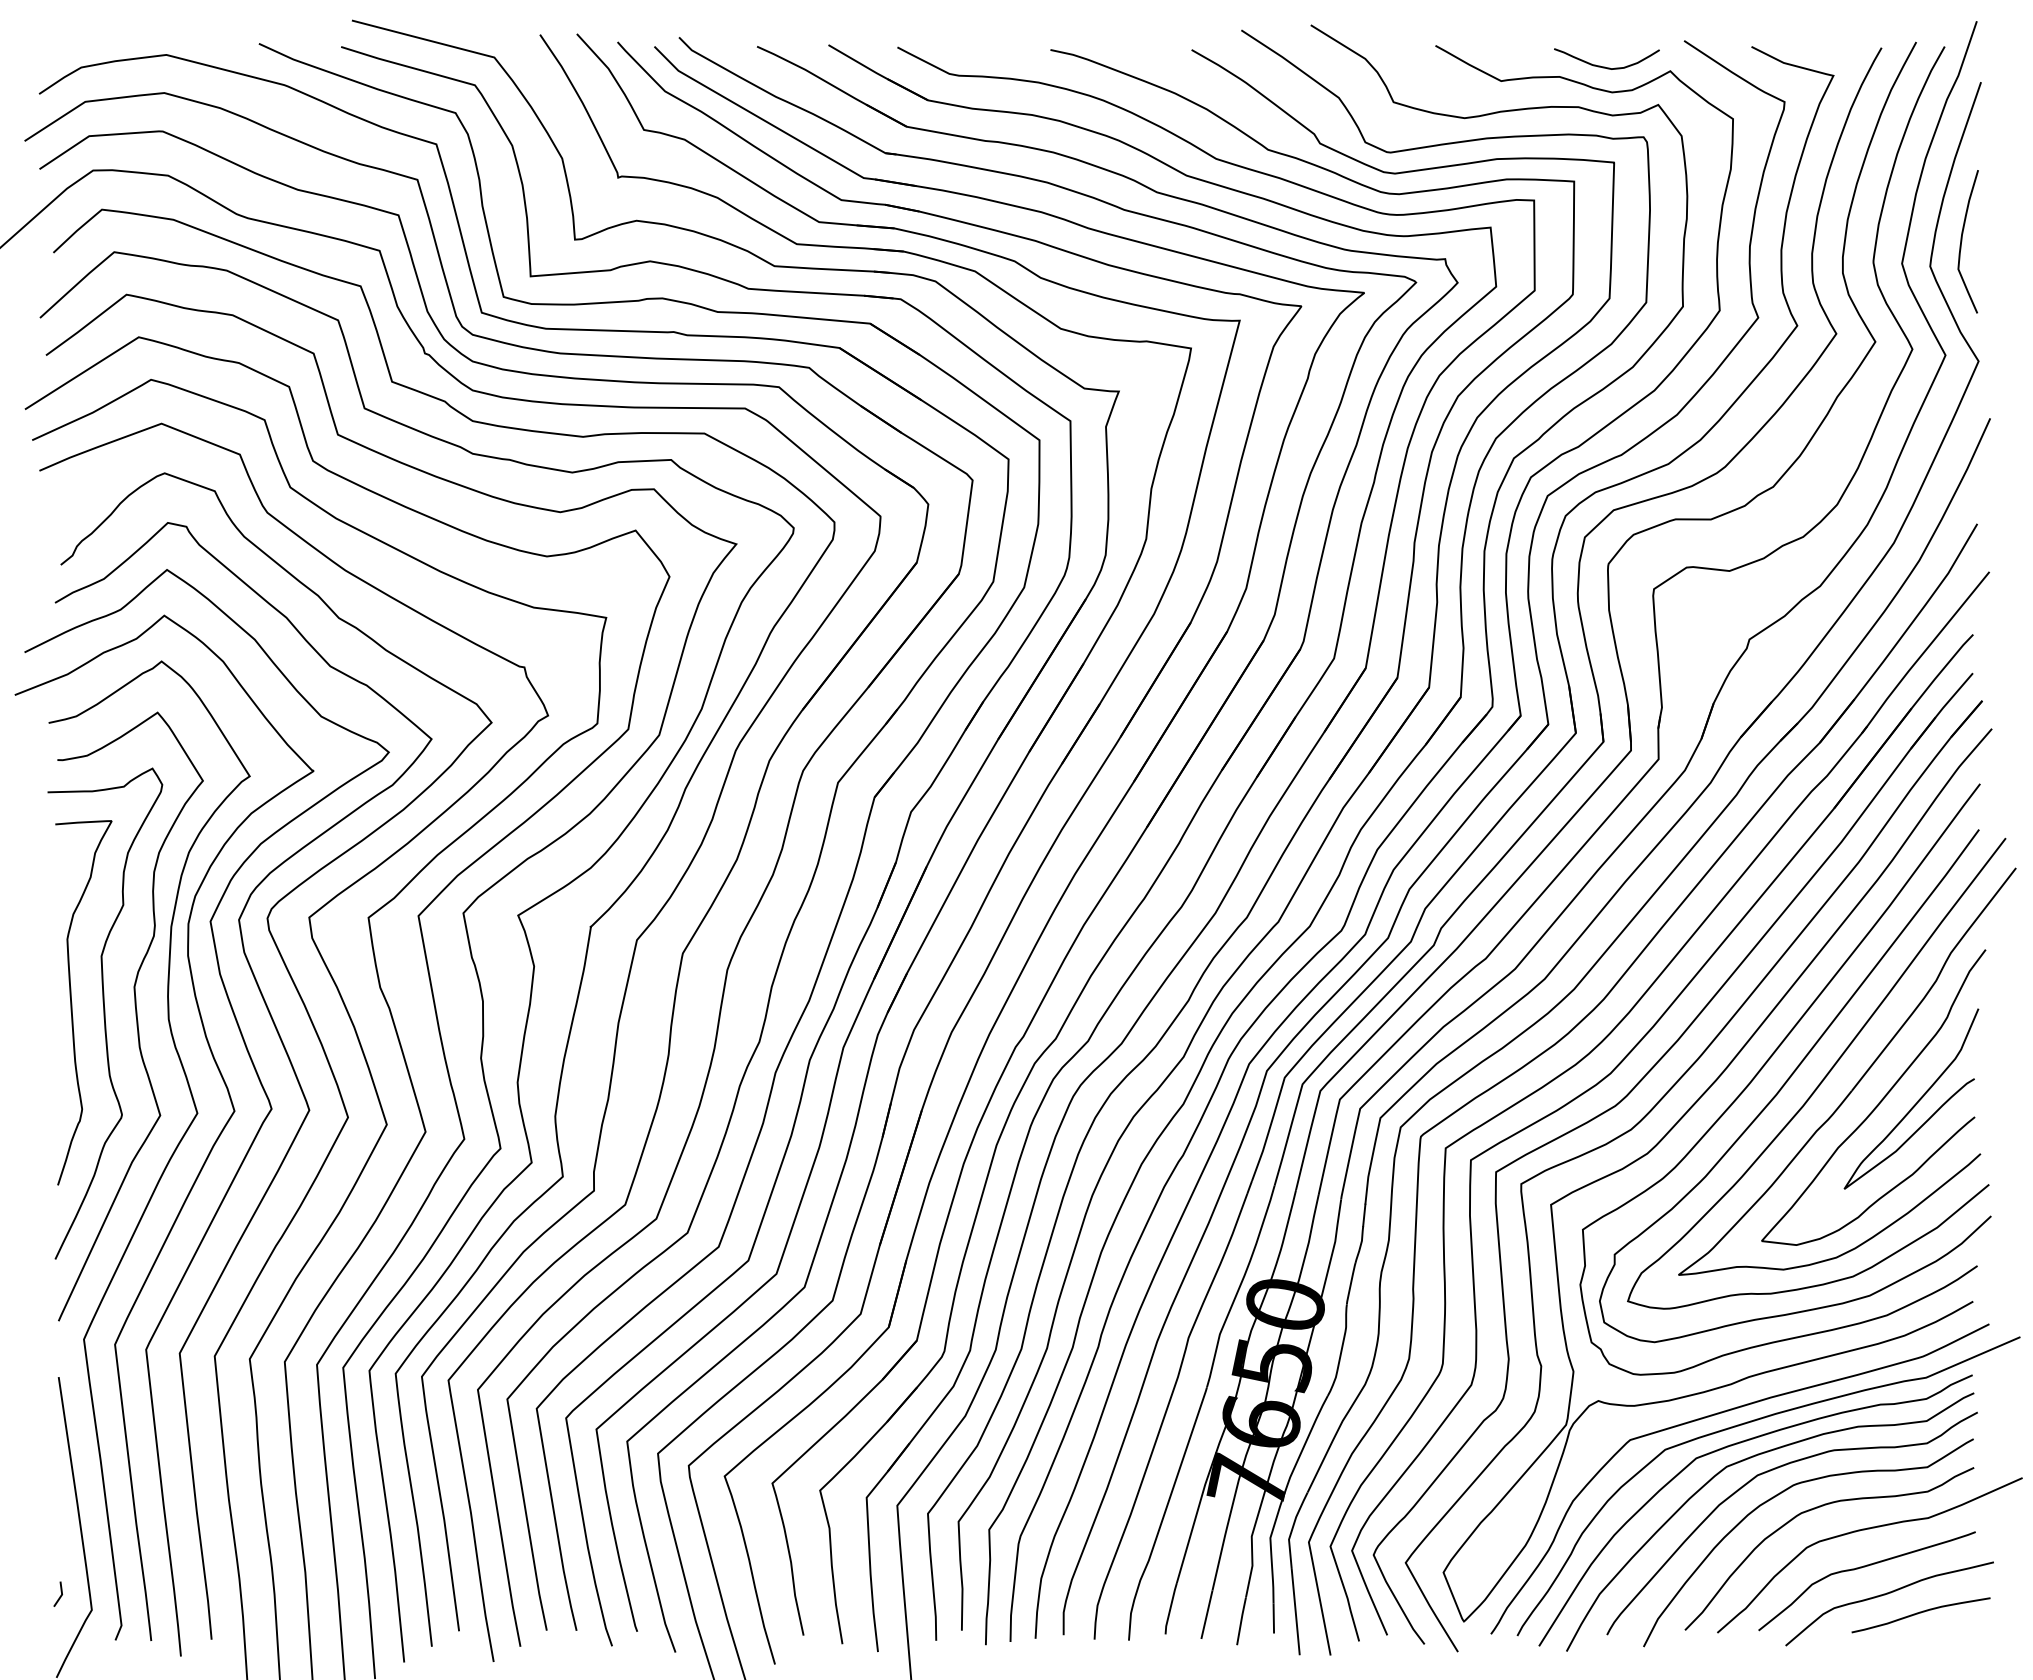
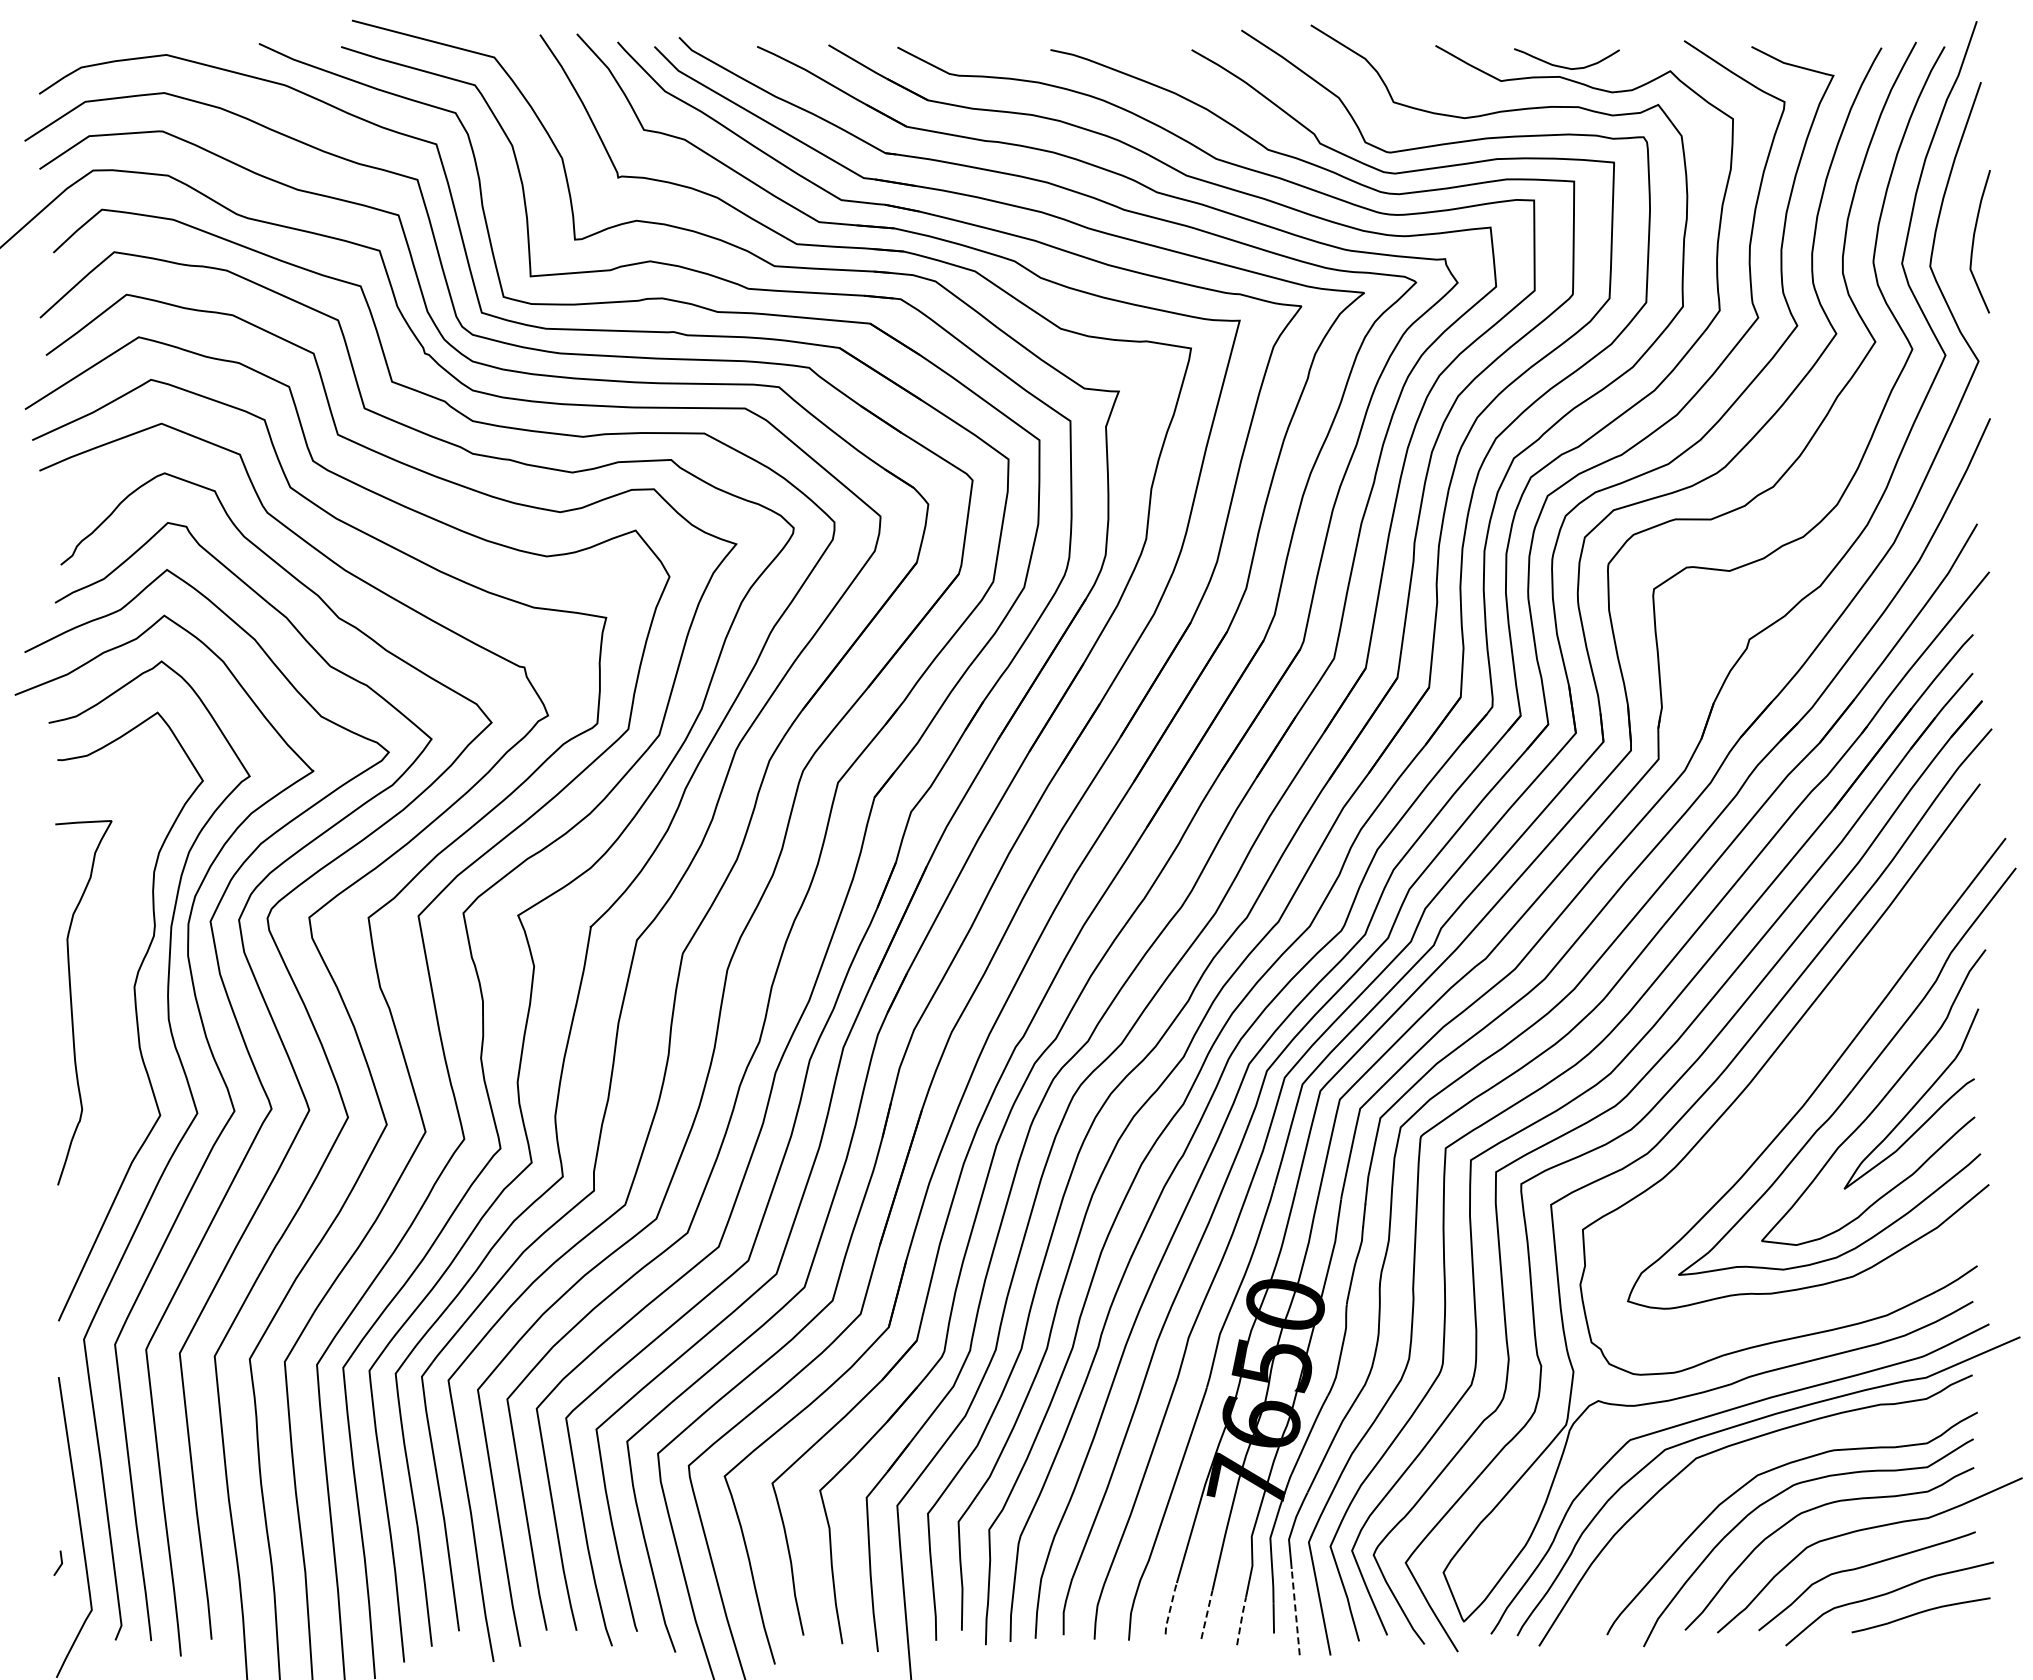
curve at (1605, 66) position: (1605, 66) -> (1565, 66)
curve at (1962, 241) position: (1962, 241) -> (1974, 241)
curve at (105, 1013): present -> none
curve at (1787, 1082): present -> none
curve at (1748, 1459): present -> none
line at (60, 1591) position: (60, 1591) -> (60, 1560)
line at (1170, 1608): solid -> dashed
line at (1295, 1611): solid -> dashed
line at (1206, 1614): solid -> dashed
line at (1241, 1620): solid -> dashed
